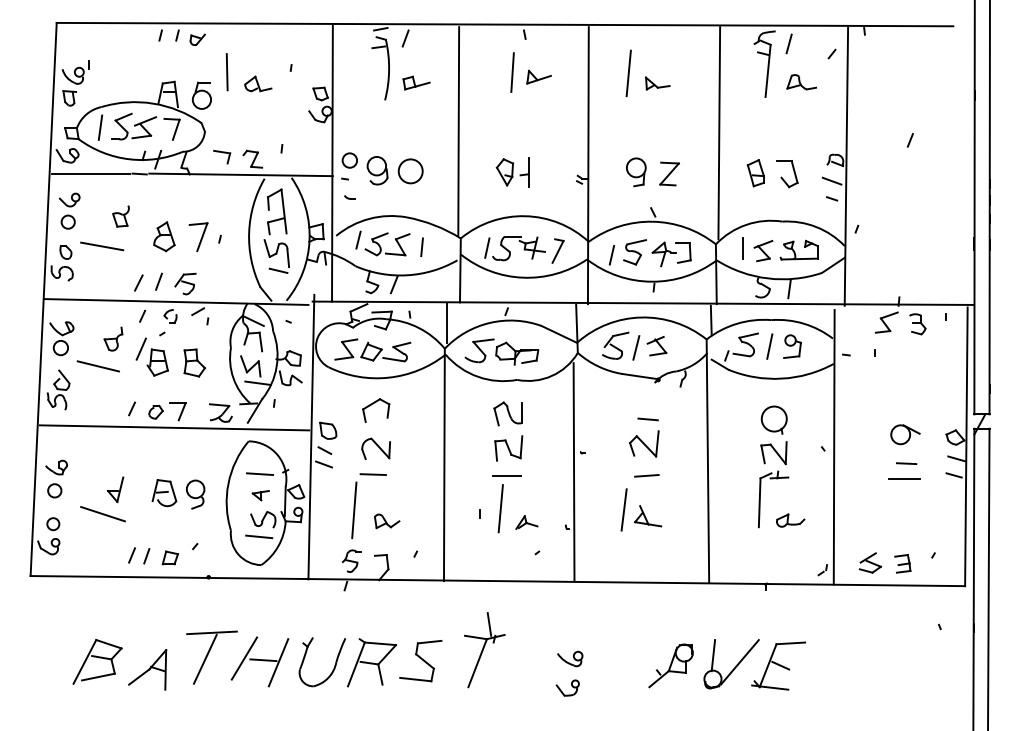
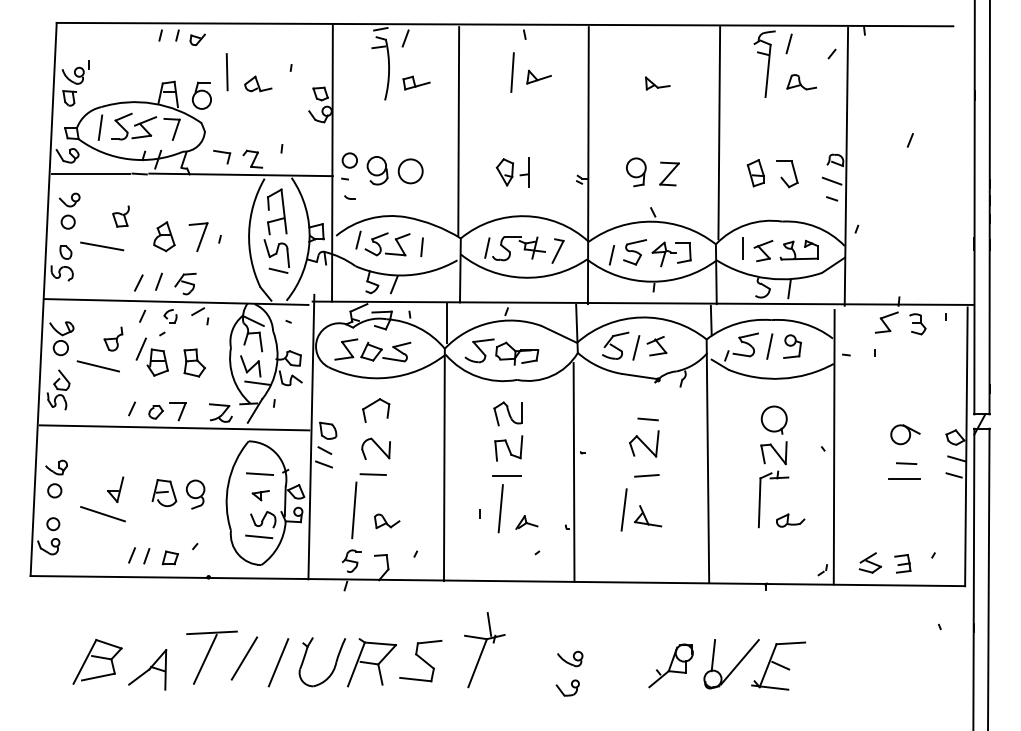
line at (628, 73): present -> none
line at (263, 660): present -> none
